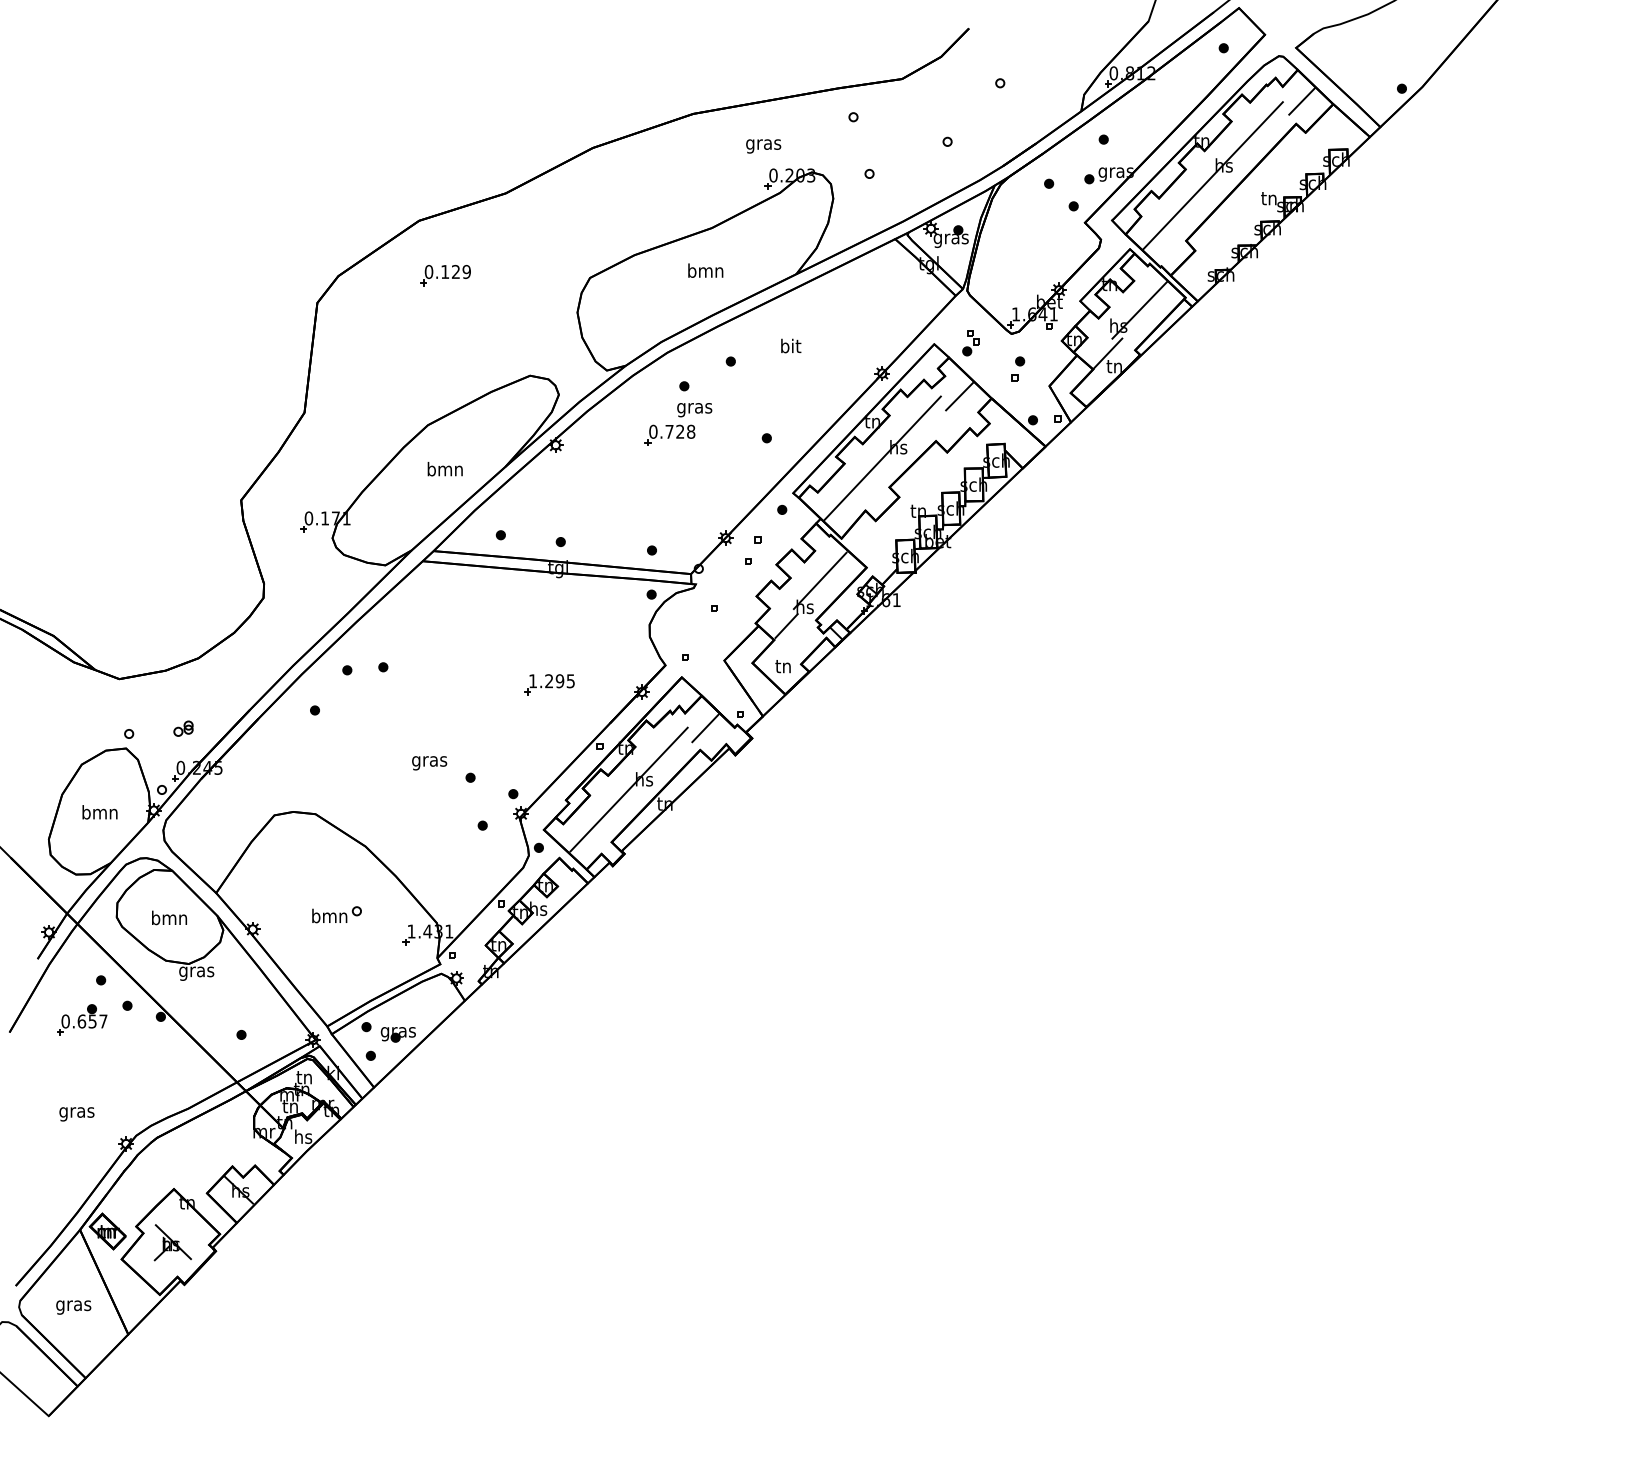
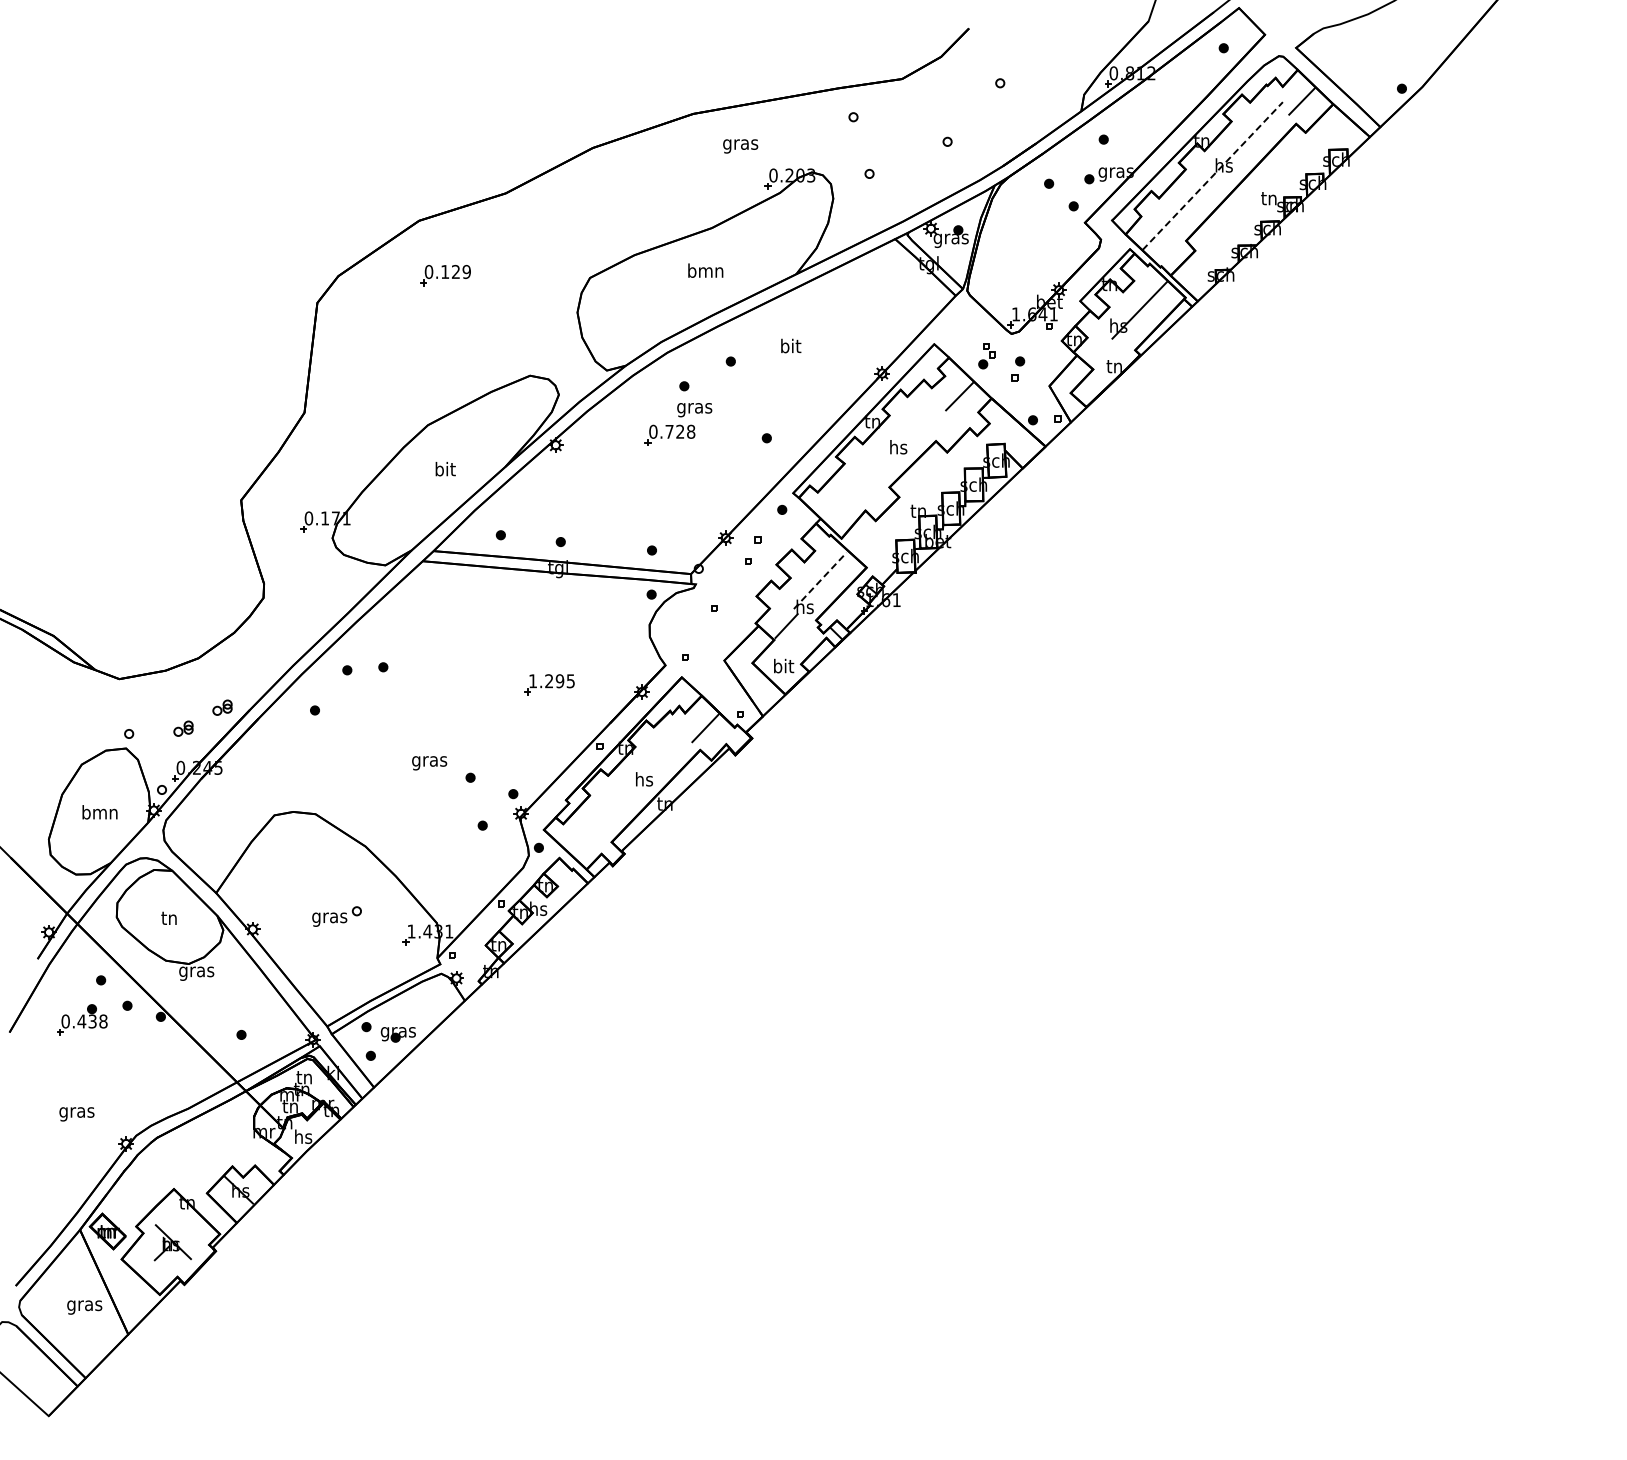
text at (763, 146) position: (763, 146) -> (740, 146)
line at (1212, 176): solid -> dashed
part at (970, 343) position: (970, 343) -> (986, 356)
line at (1108, 353): present -> none
line at (882, 458): present -> none
text at (444, 468): bmn -> bit
line at (820, 580): solid -> dashed
text at (784, 665): tn -> bit
part at (222, 707): none -> present
line at (628, 789): present -> none
text at (169, 917): bmn -> tn
text at (329, 917): bmn -> gras
text at (92, 1021): 0.657 -> 0.438
text at (73, 1307) position: (73, 1307) -> (84, 1307)
